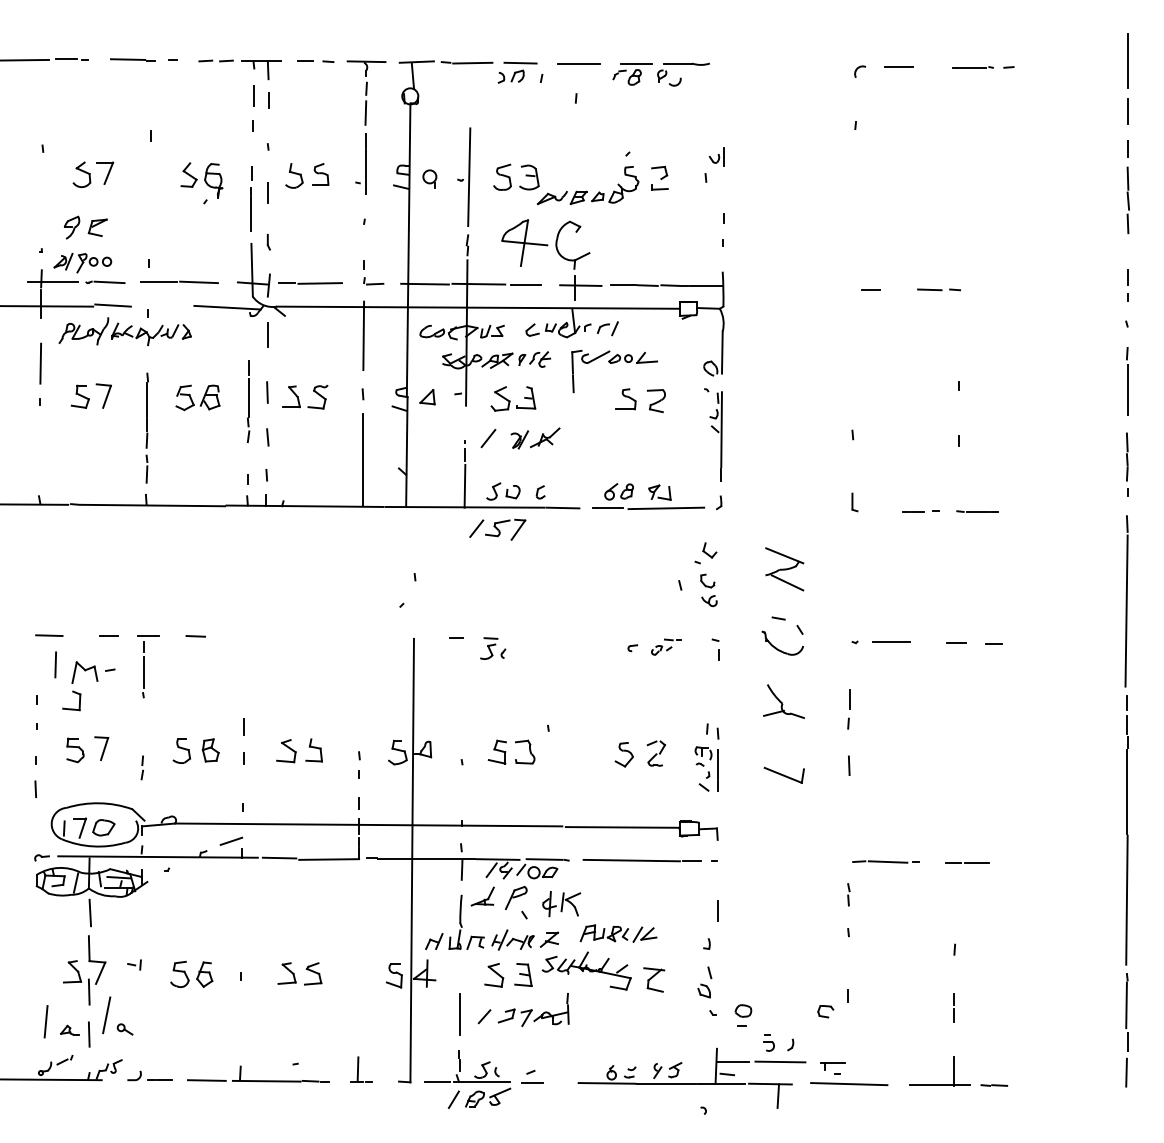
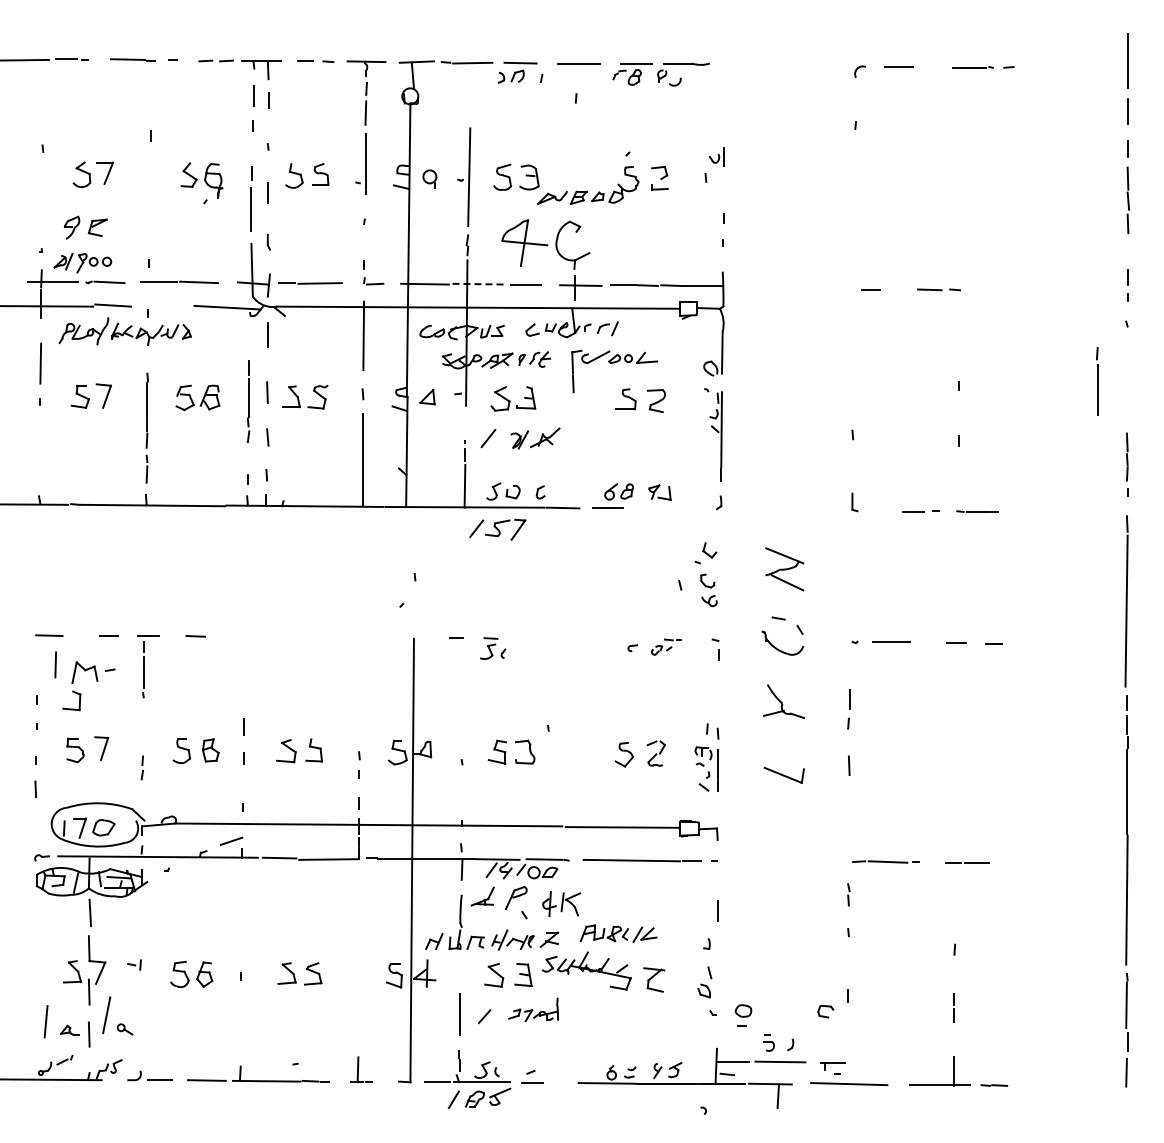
line at (479, 284): solid -> dashed
line at (1127, 381) position: (1127, 381) -> (1097, 381)
line at (666, 508): present -> none
part at (533, 1009) size: 73x34 px -> 51x26 px
